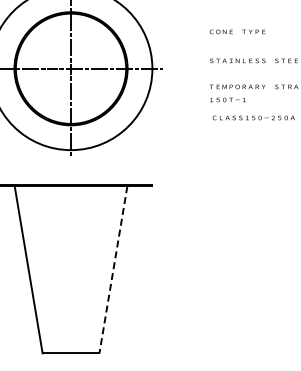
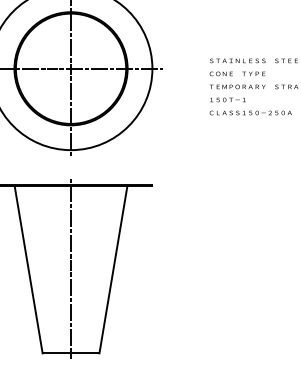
text at (237, 31) position: (237, 31) -> (237, 73)
text at (253, 117) position: (253, 117) -> (250, 112)
line at (71, 268): none -> present
line at (113, 269): dashed -> solid
